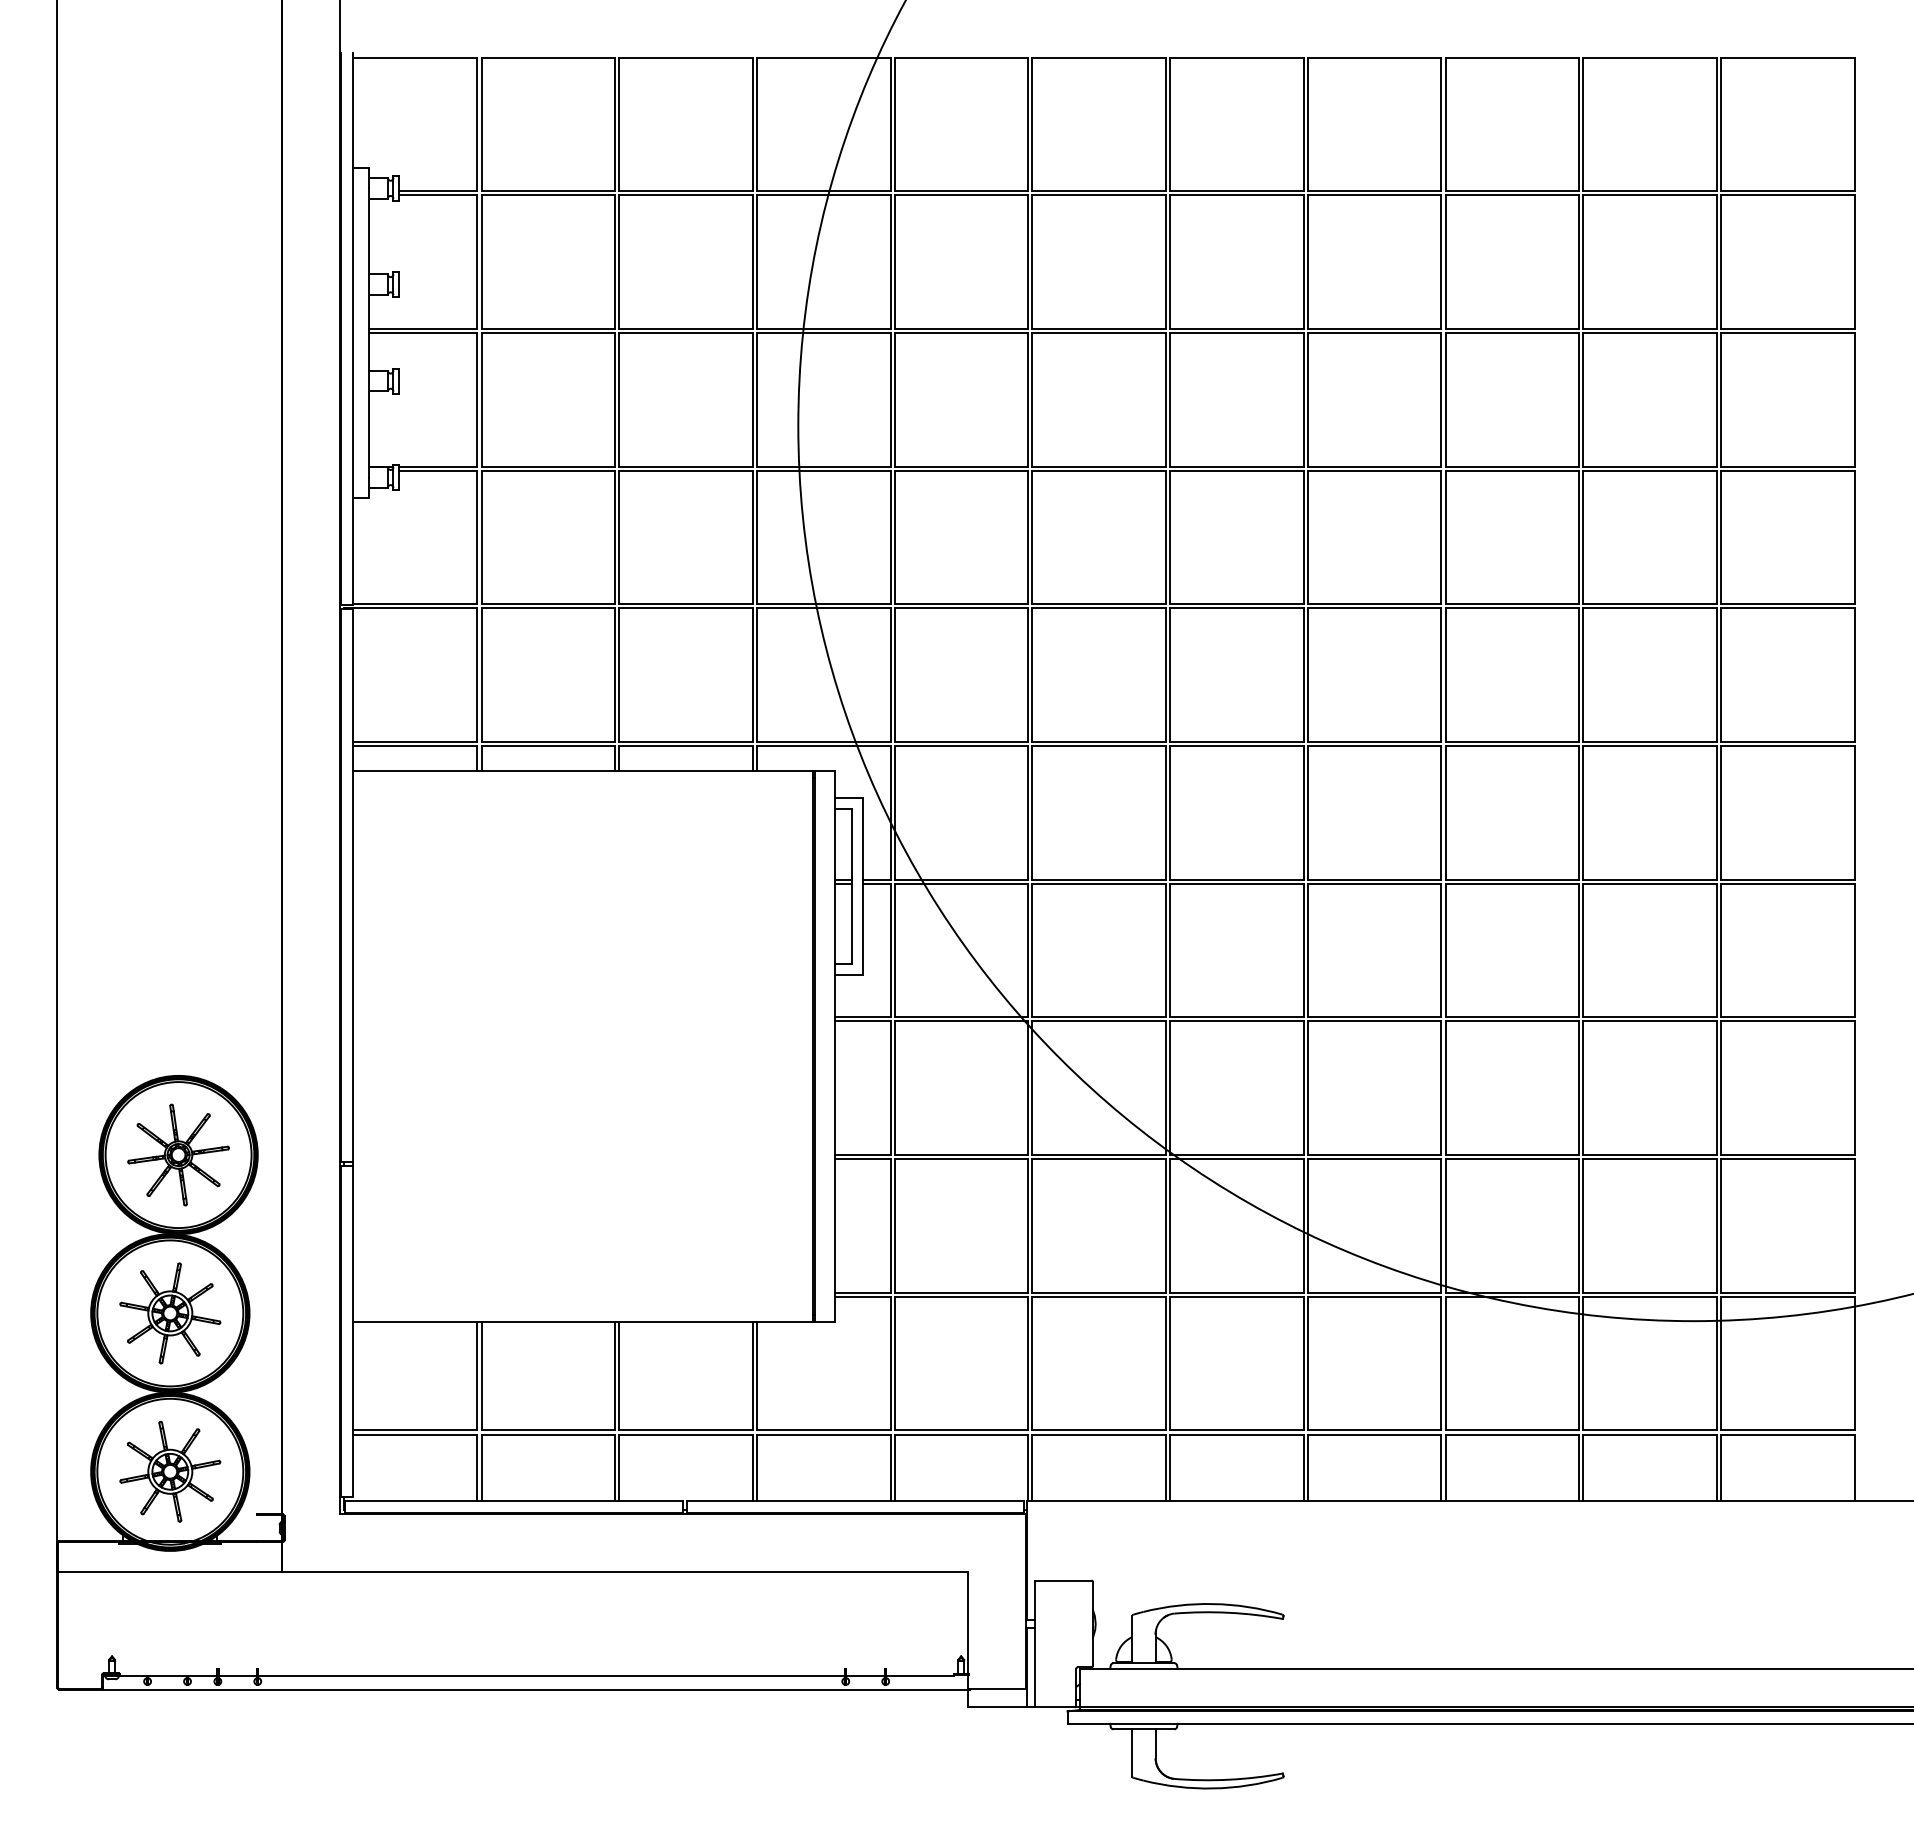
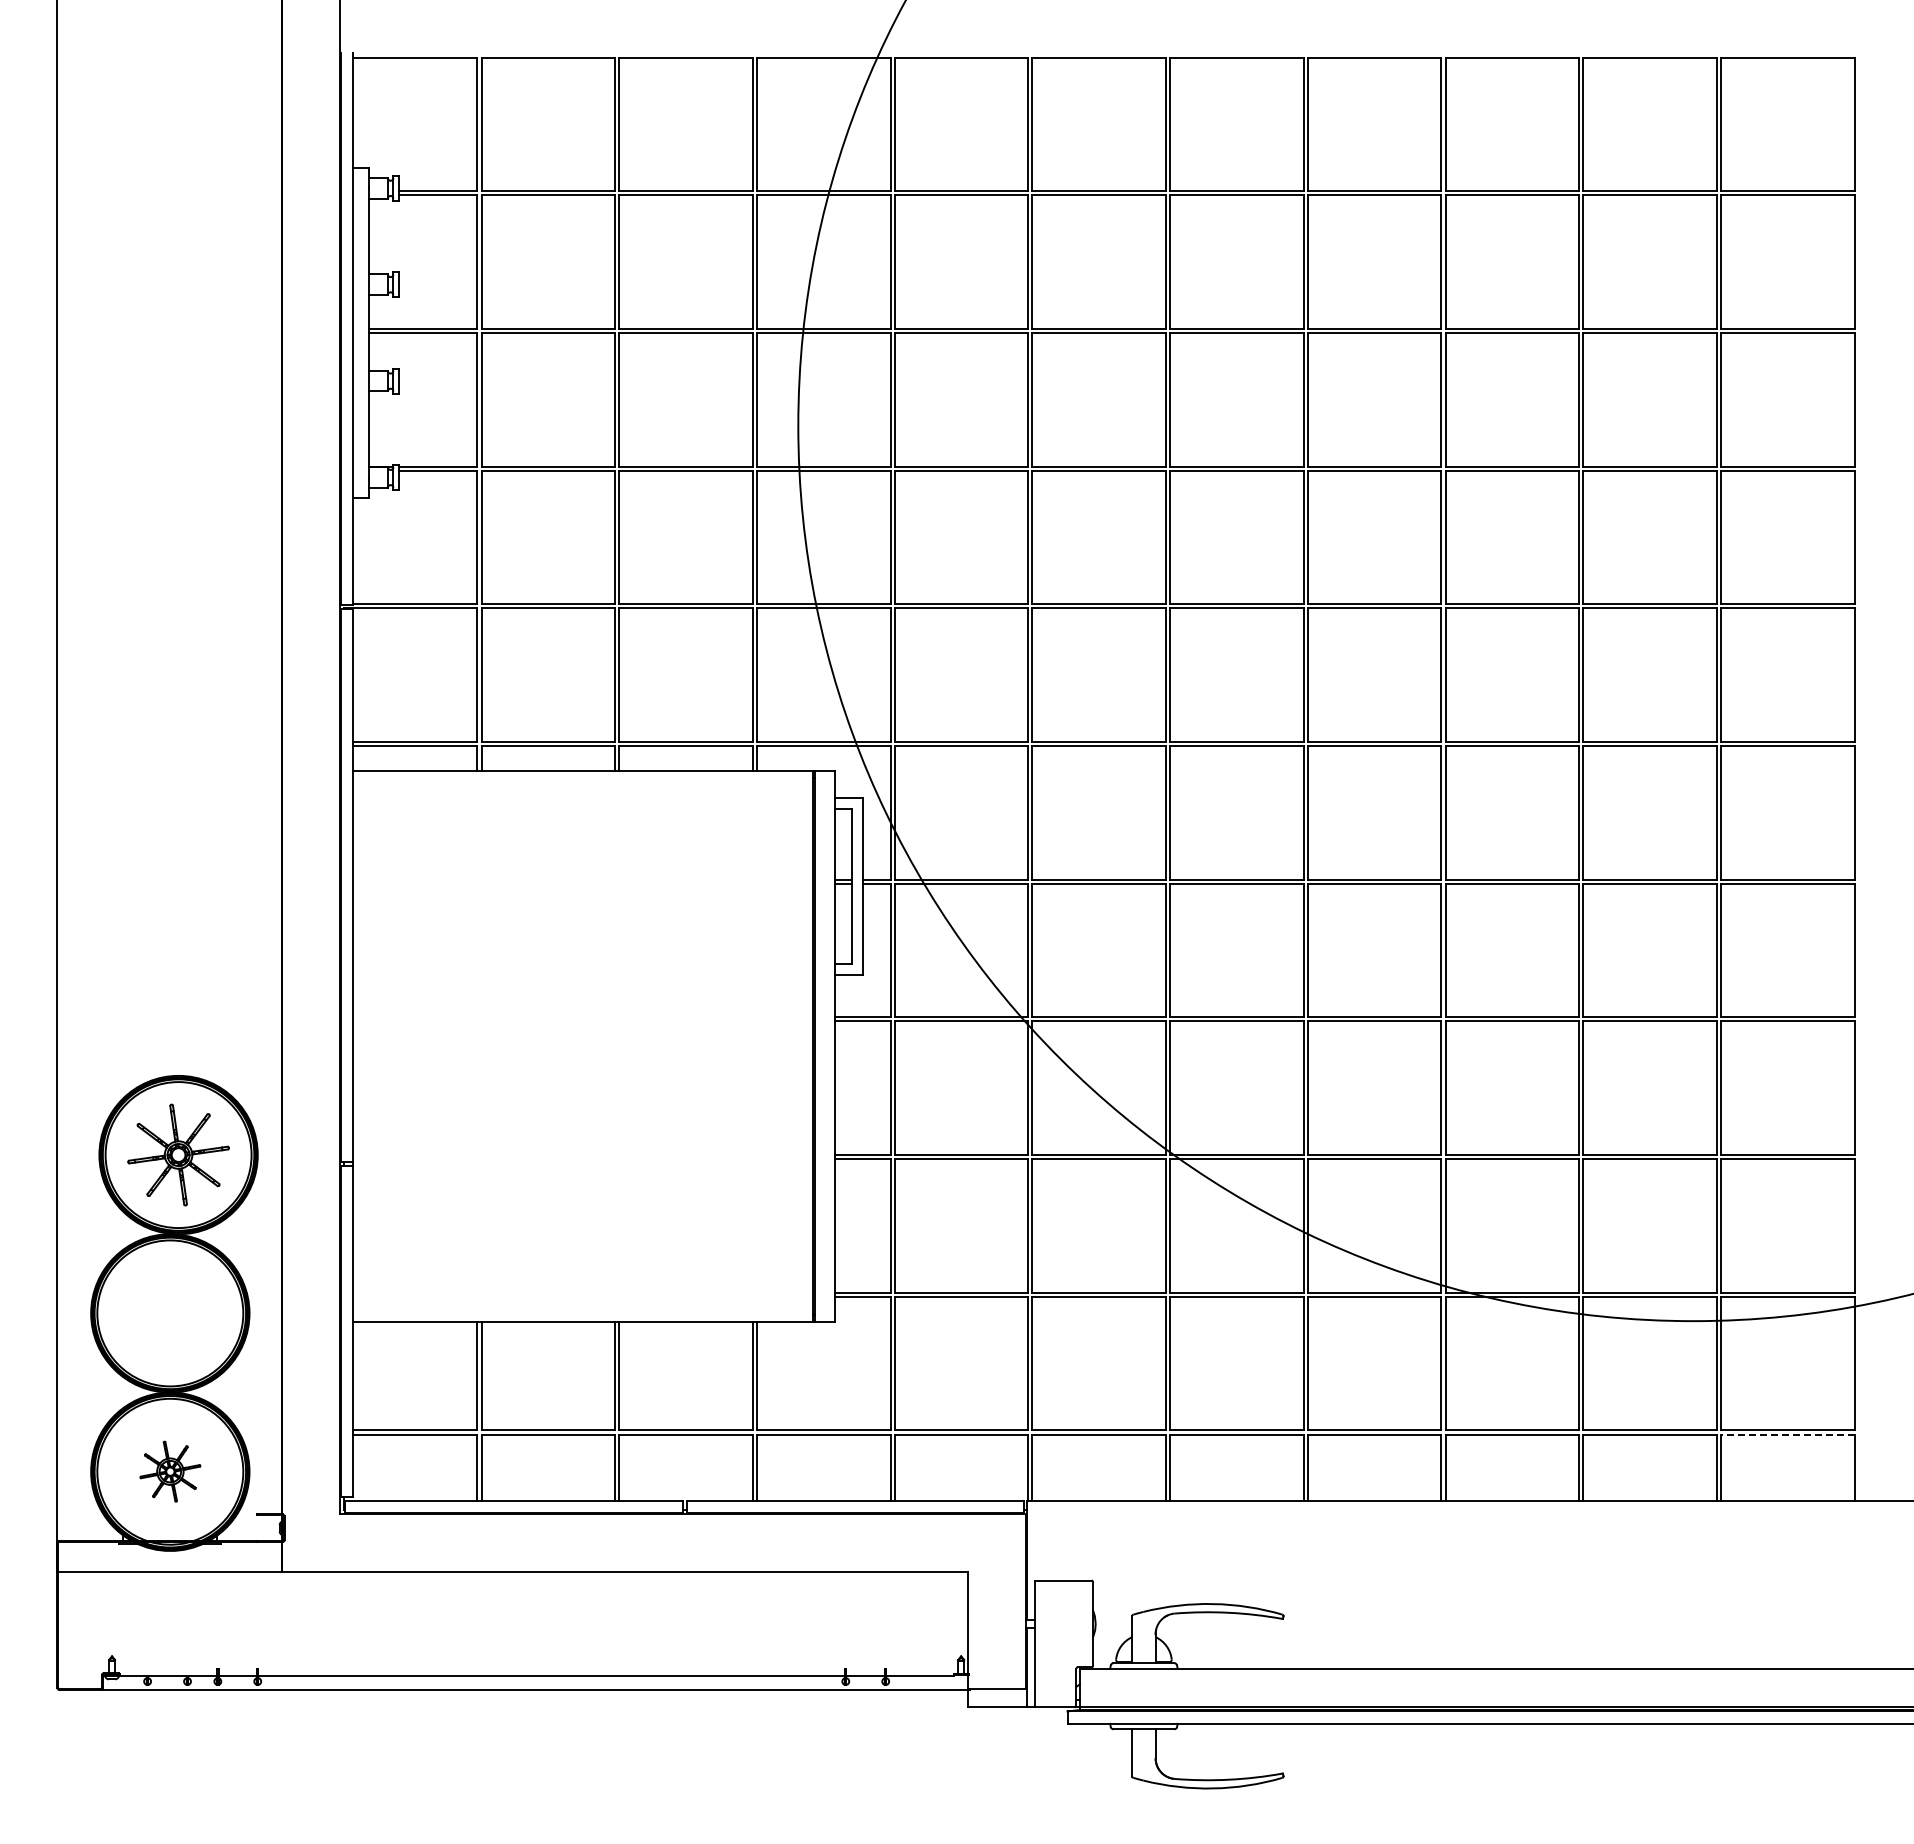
part at (170, 1313): present -> none
line at (1787, 1434): solid -> dashed
part at (170, 1471) size: 103x103 px -> 63x63 px
